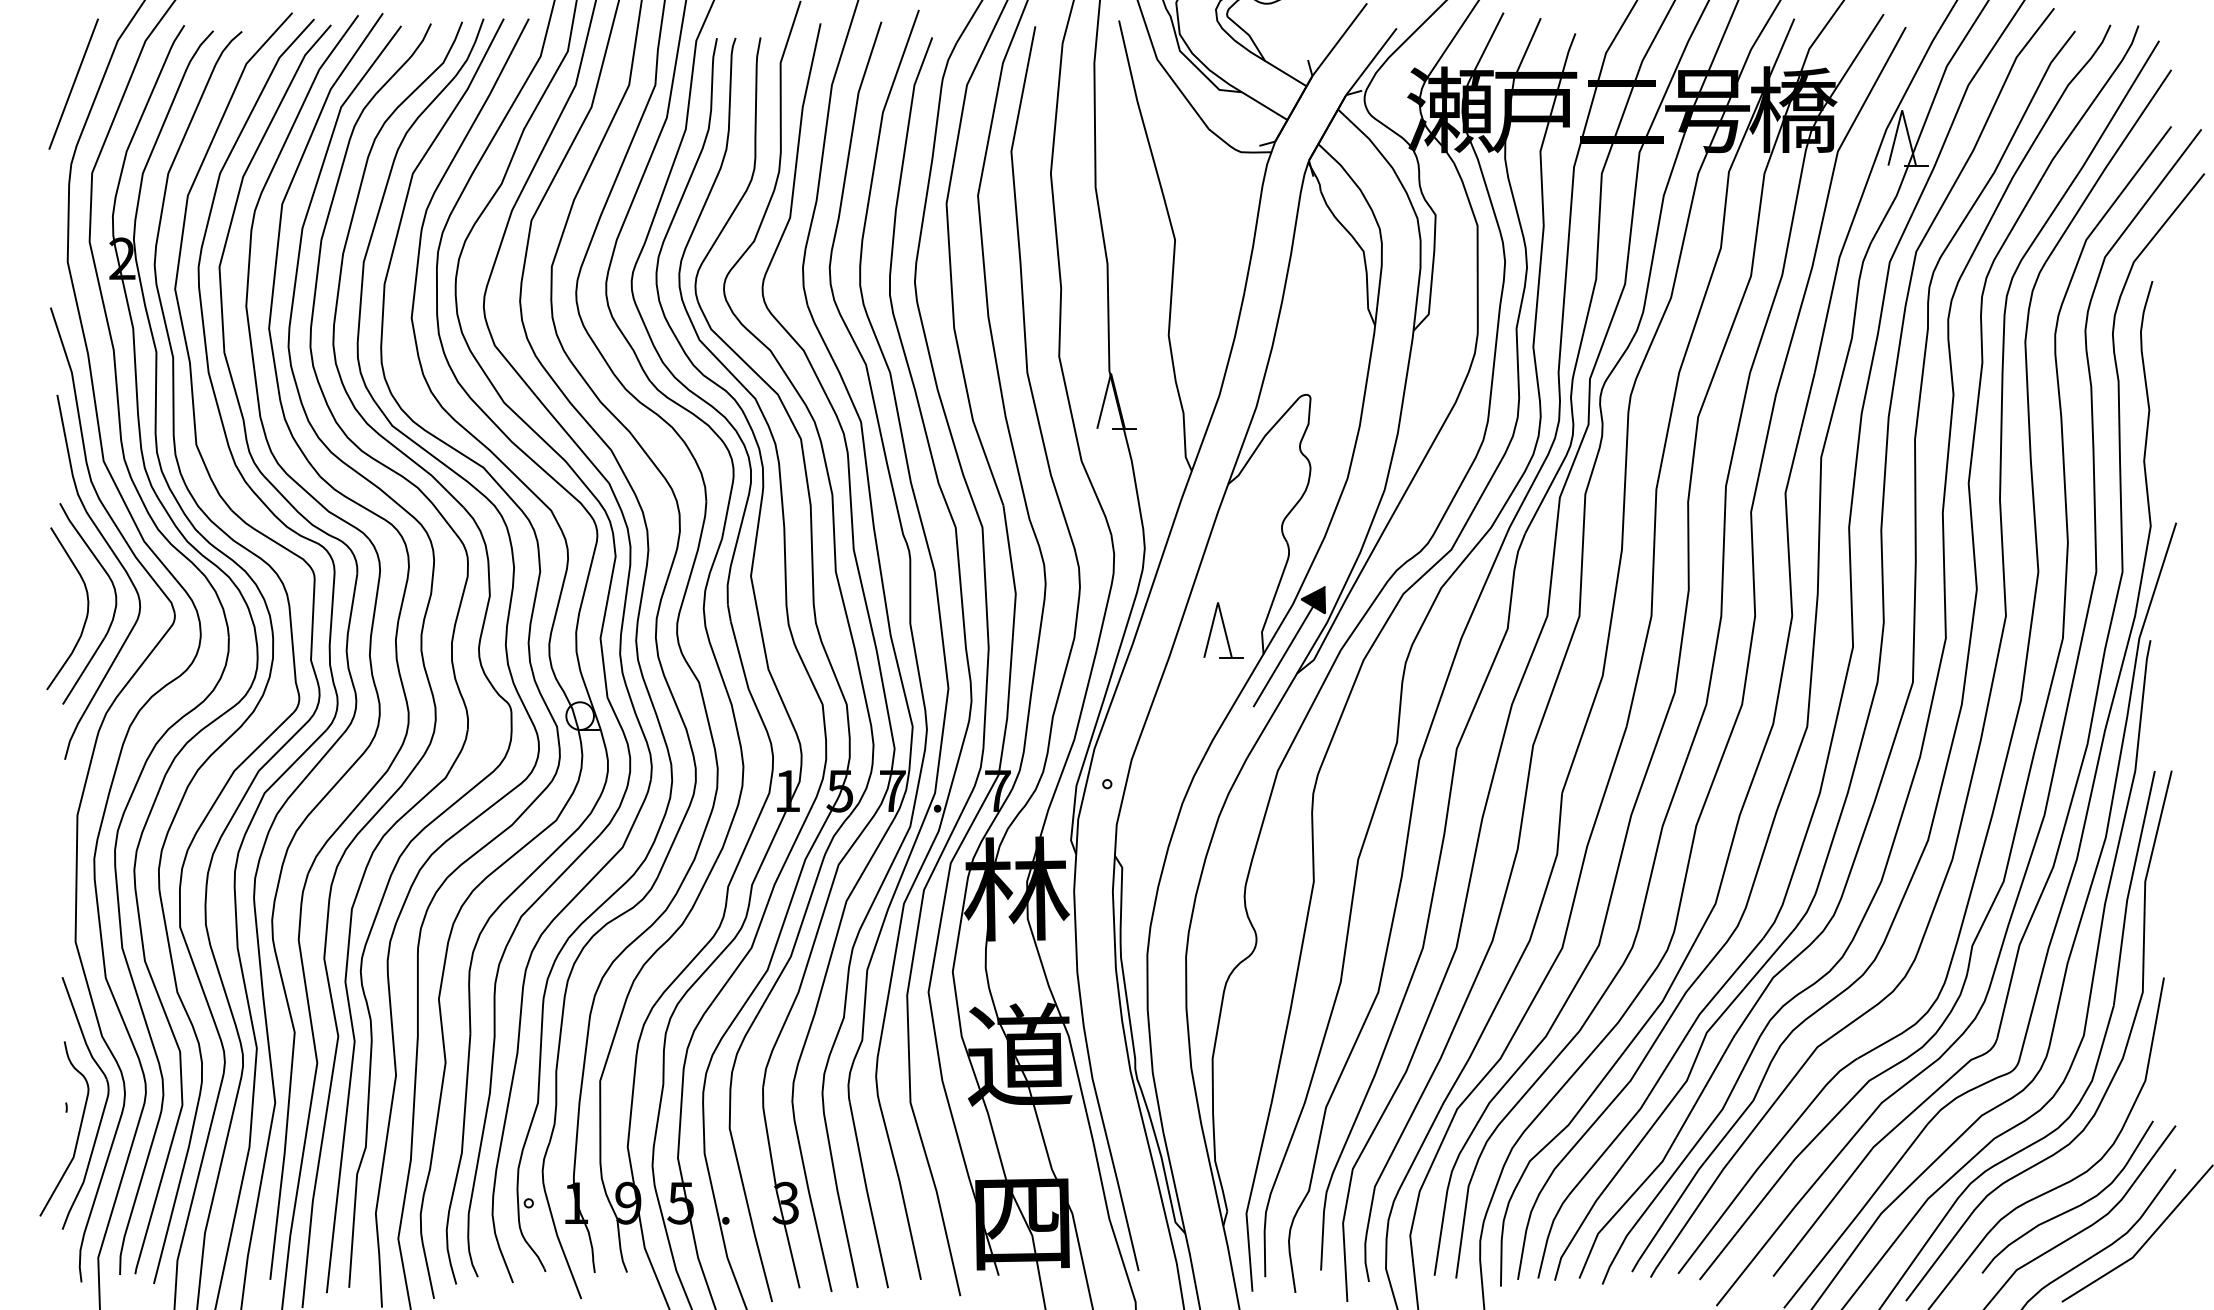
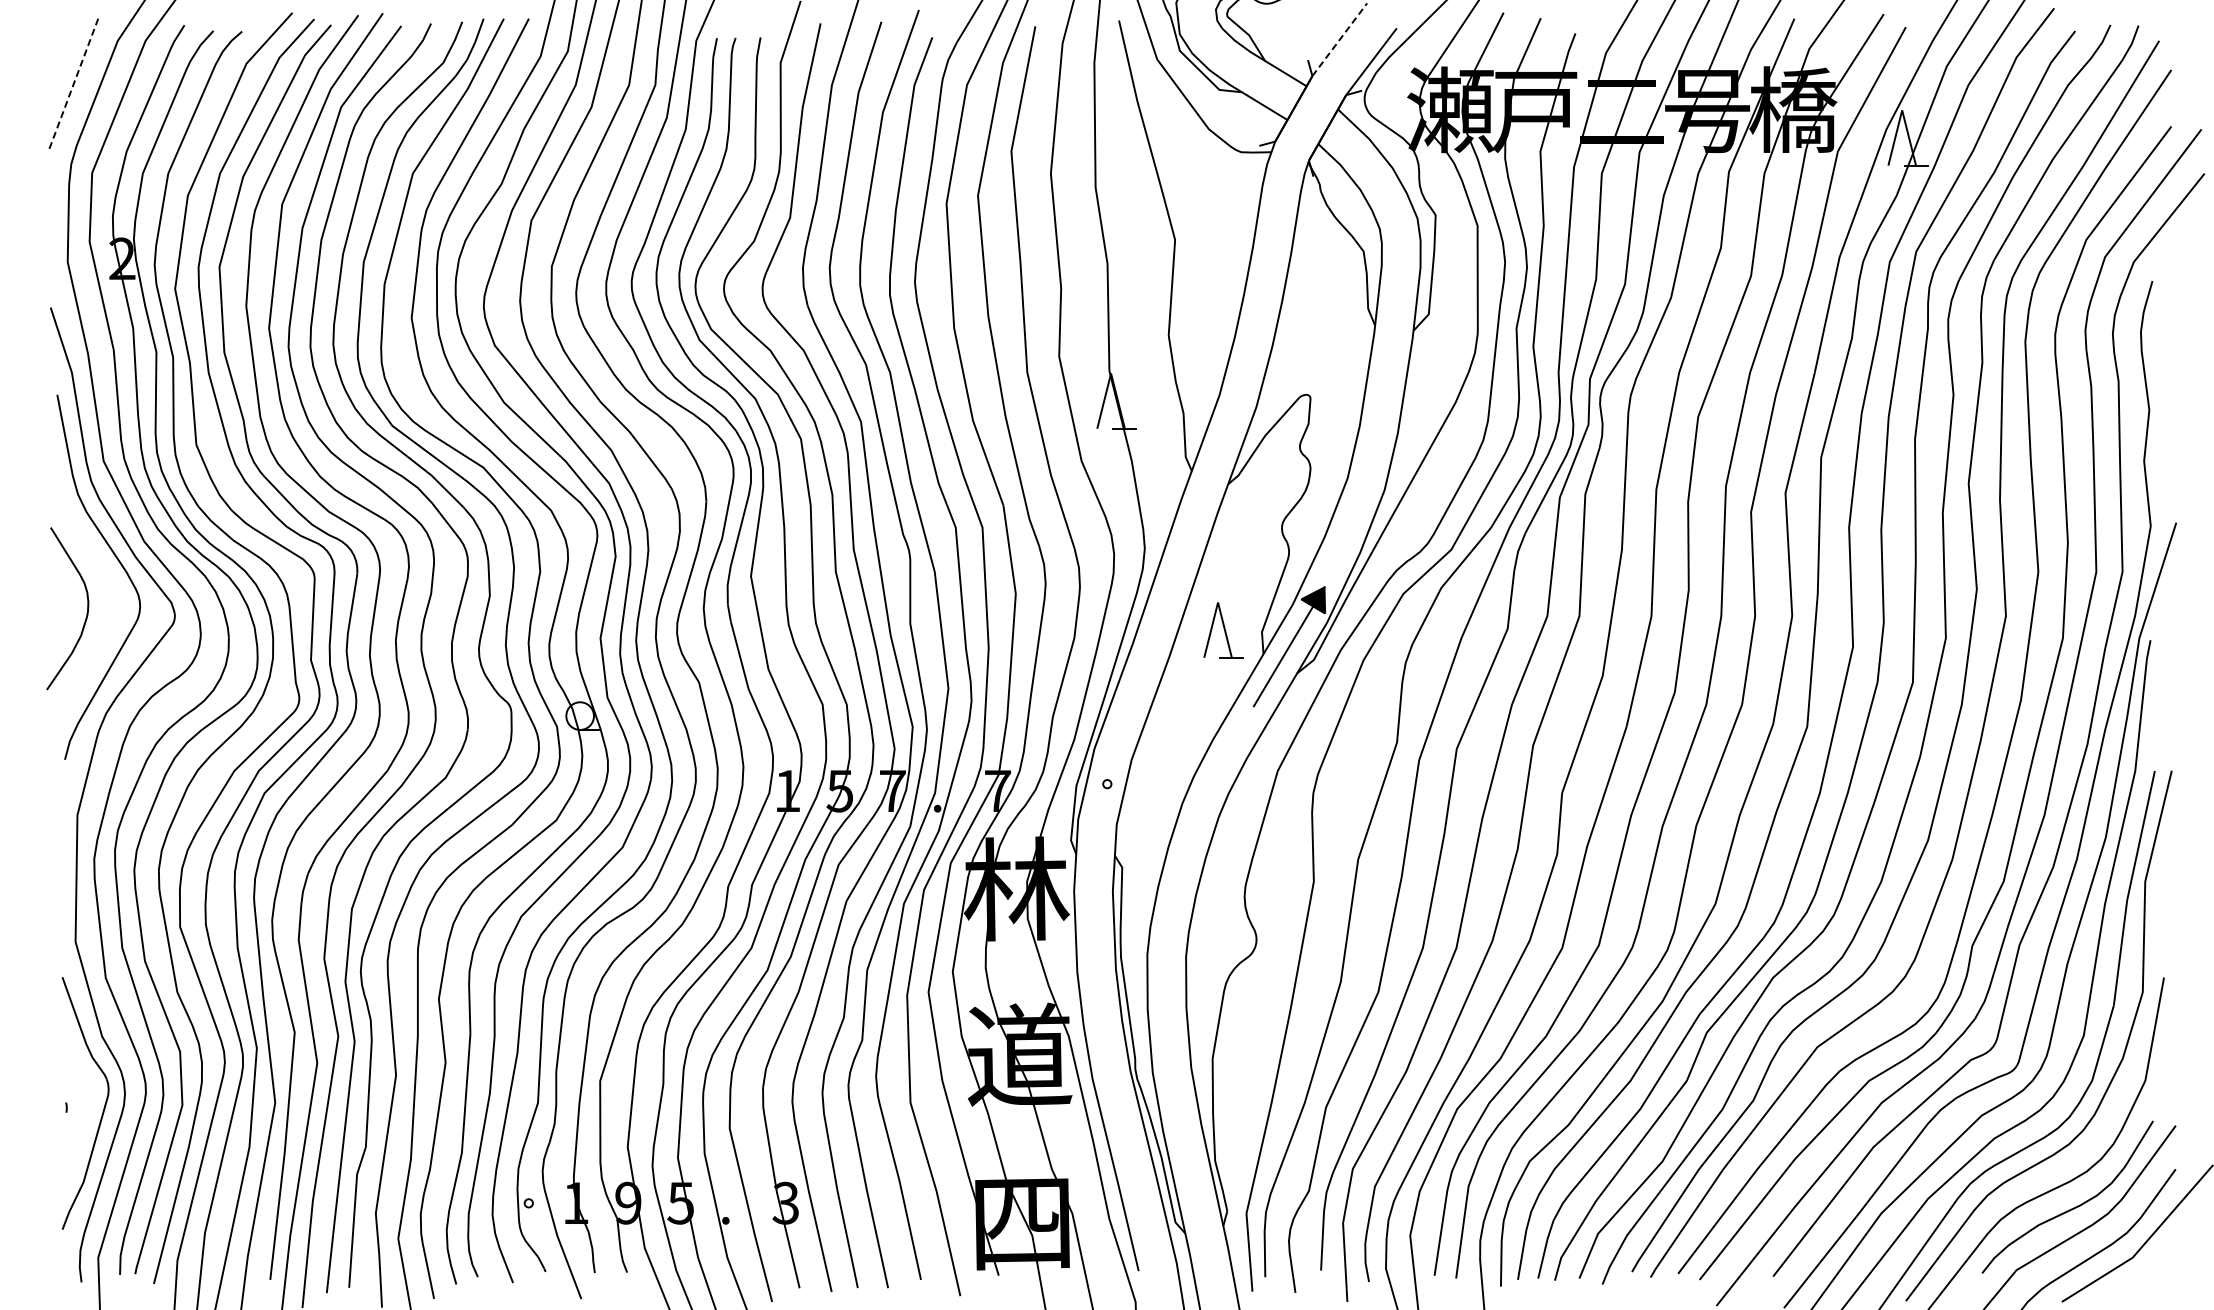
line at (1339, 39): solid -> dashed
line at (73, 84): solid -> dashed
part at (114, 607): present -> none
curve at (78, 1130): present -> none
